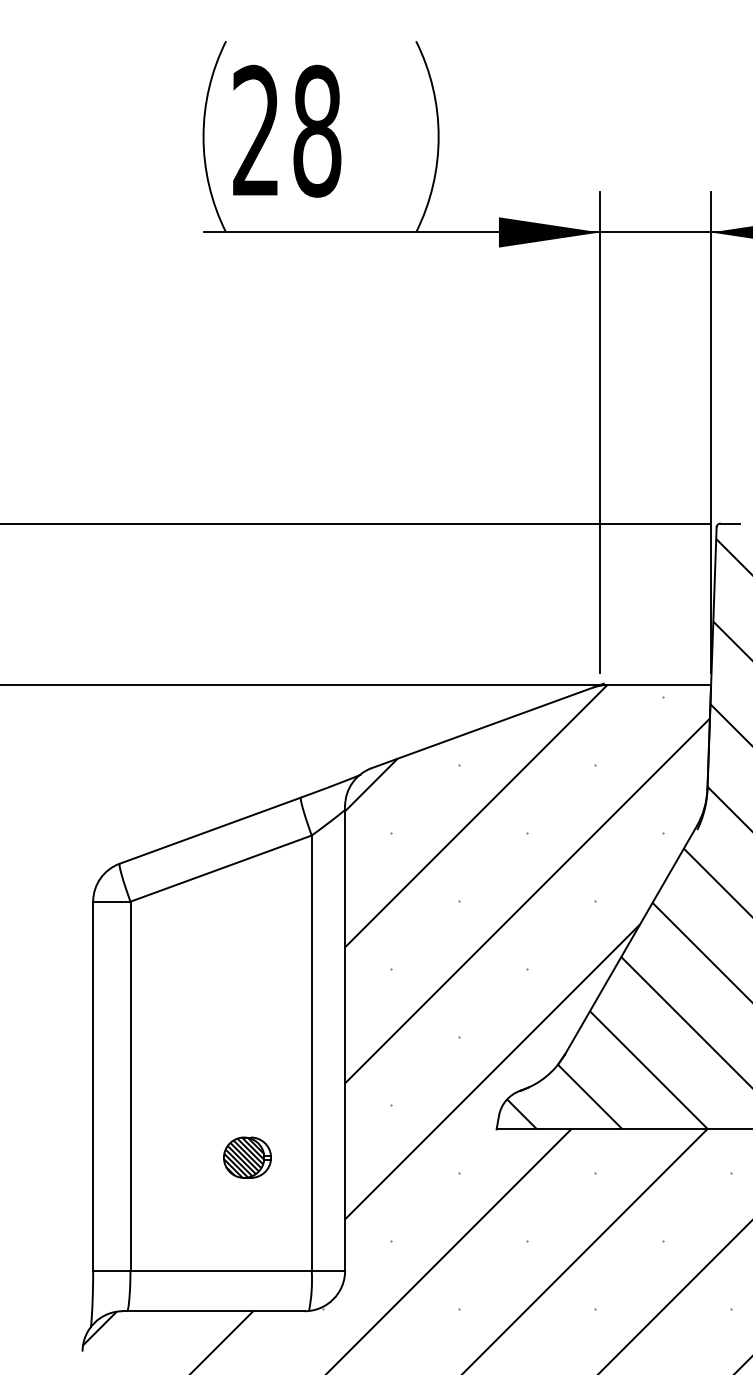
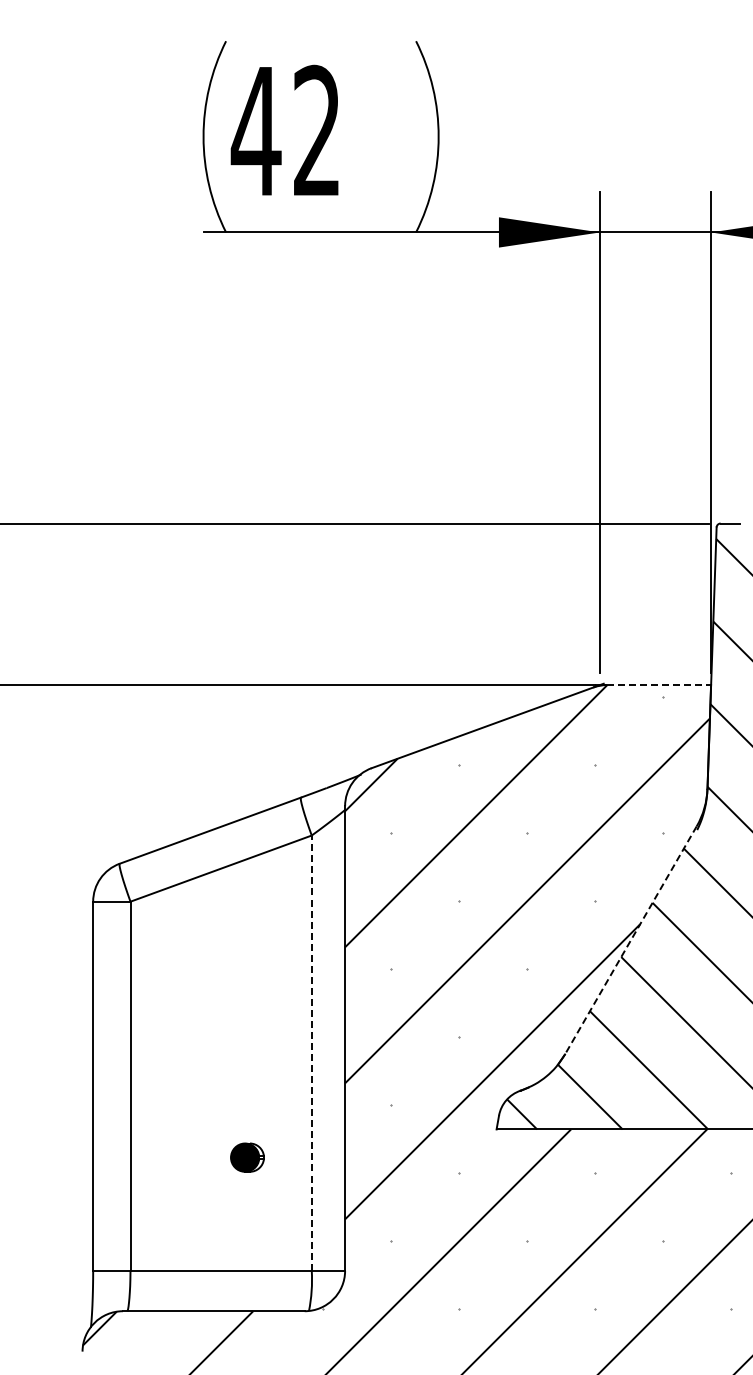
text at (285, 130): 28 -> 42
line at (659, 685): solid -> dashed
line at (630, 940): solid -> dashed
line at (311, 1053): solid -> dashed
part at (247, 1157) size: 49x43 px -> 35x31 px
